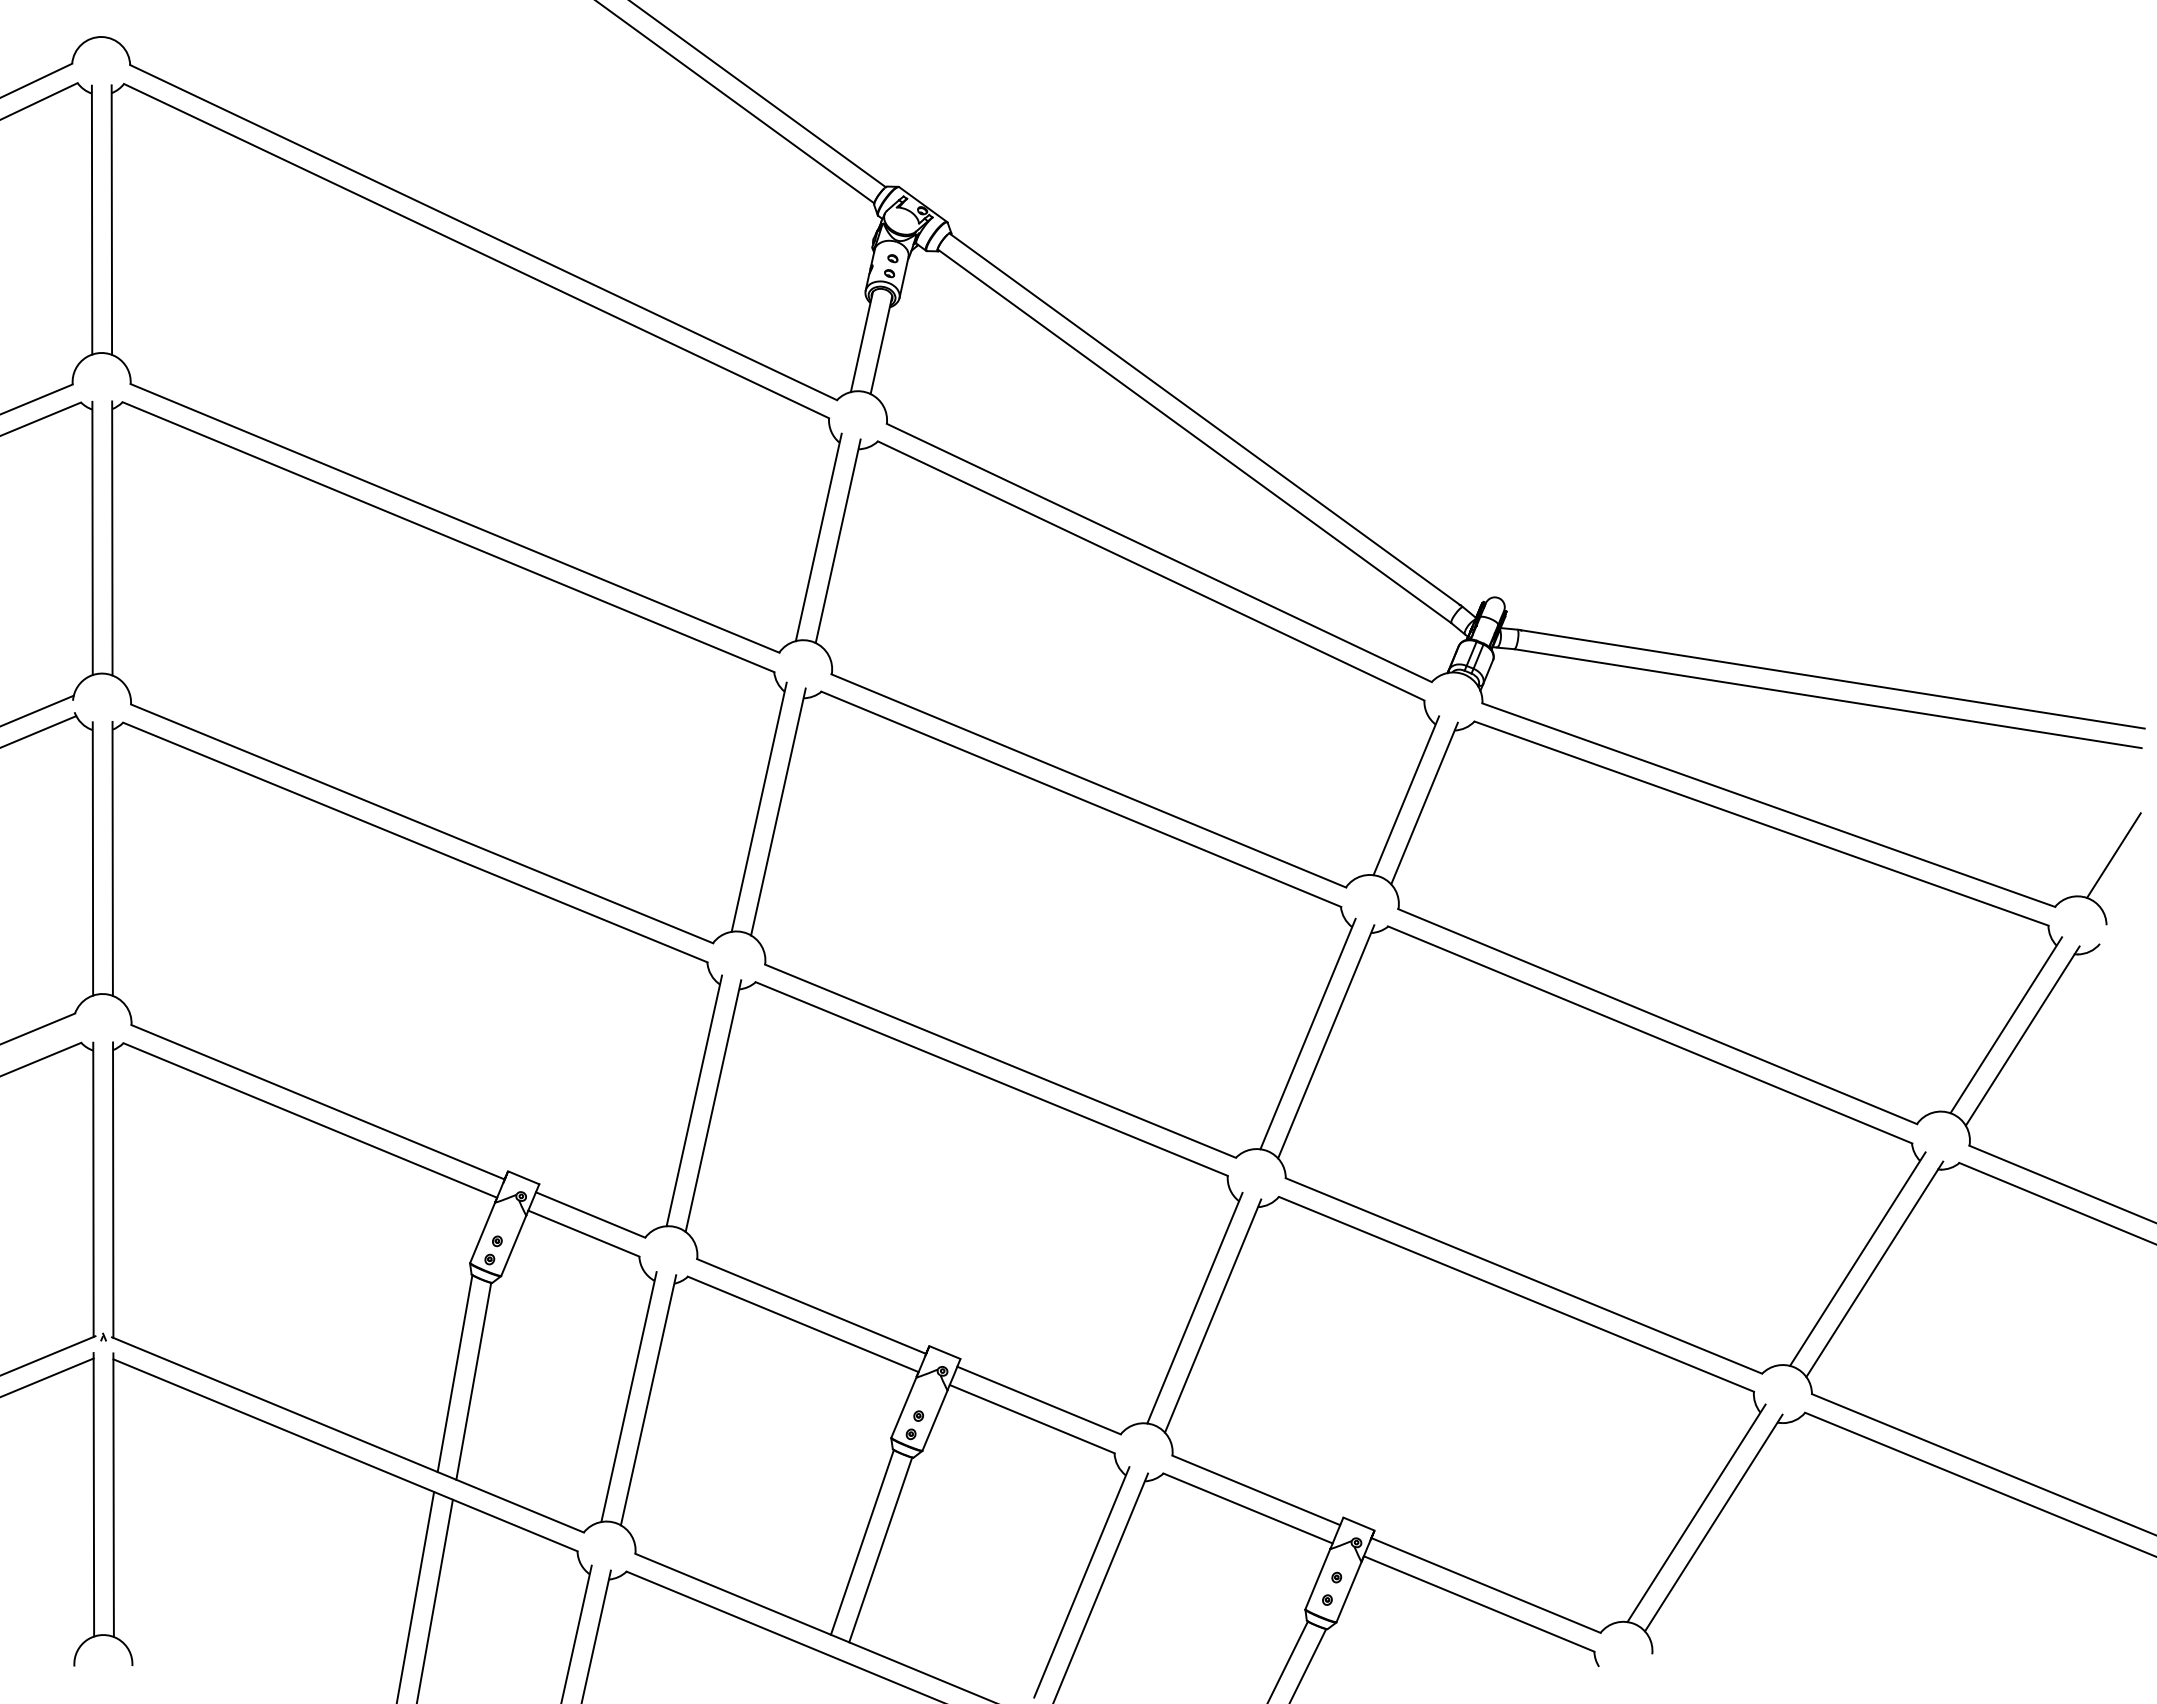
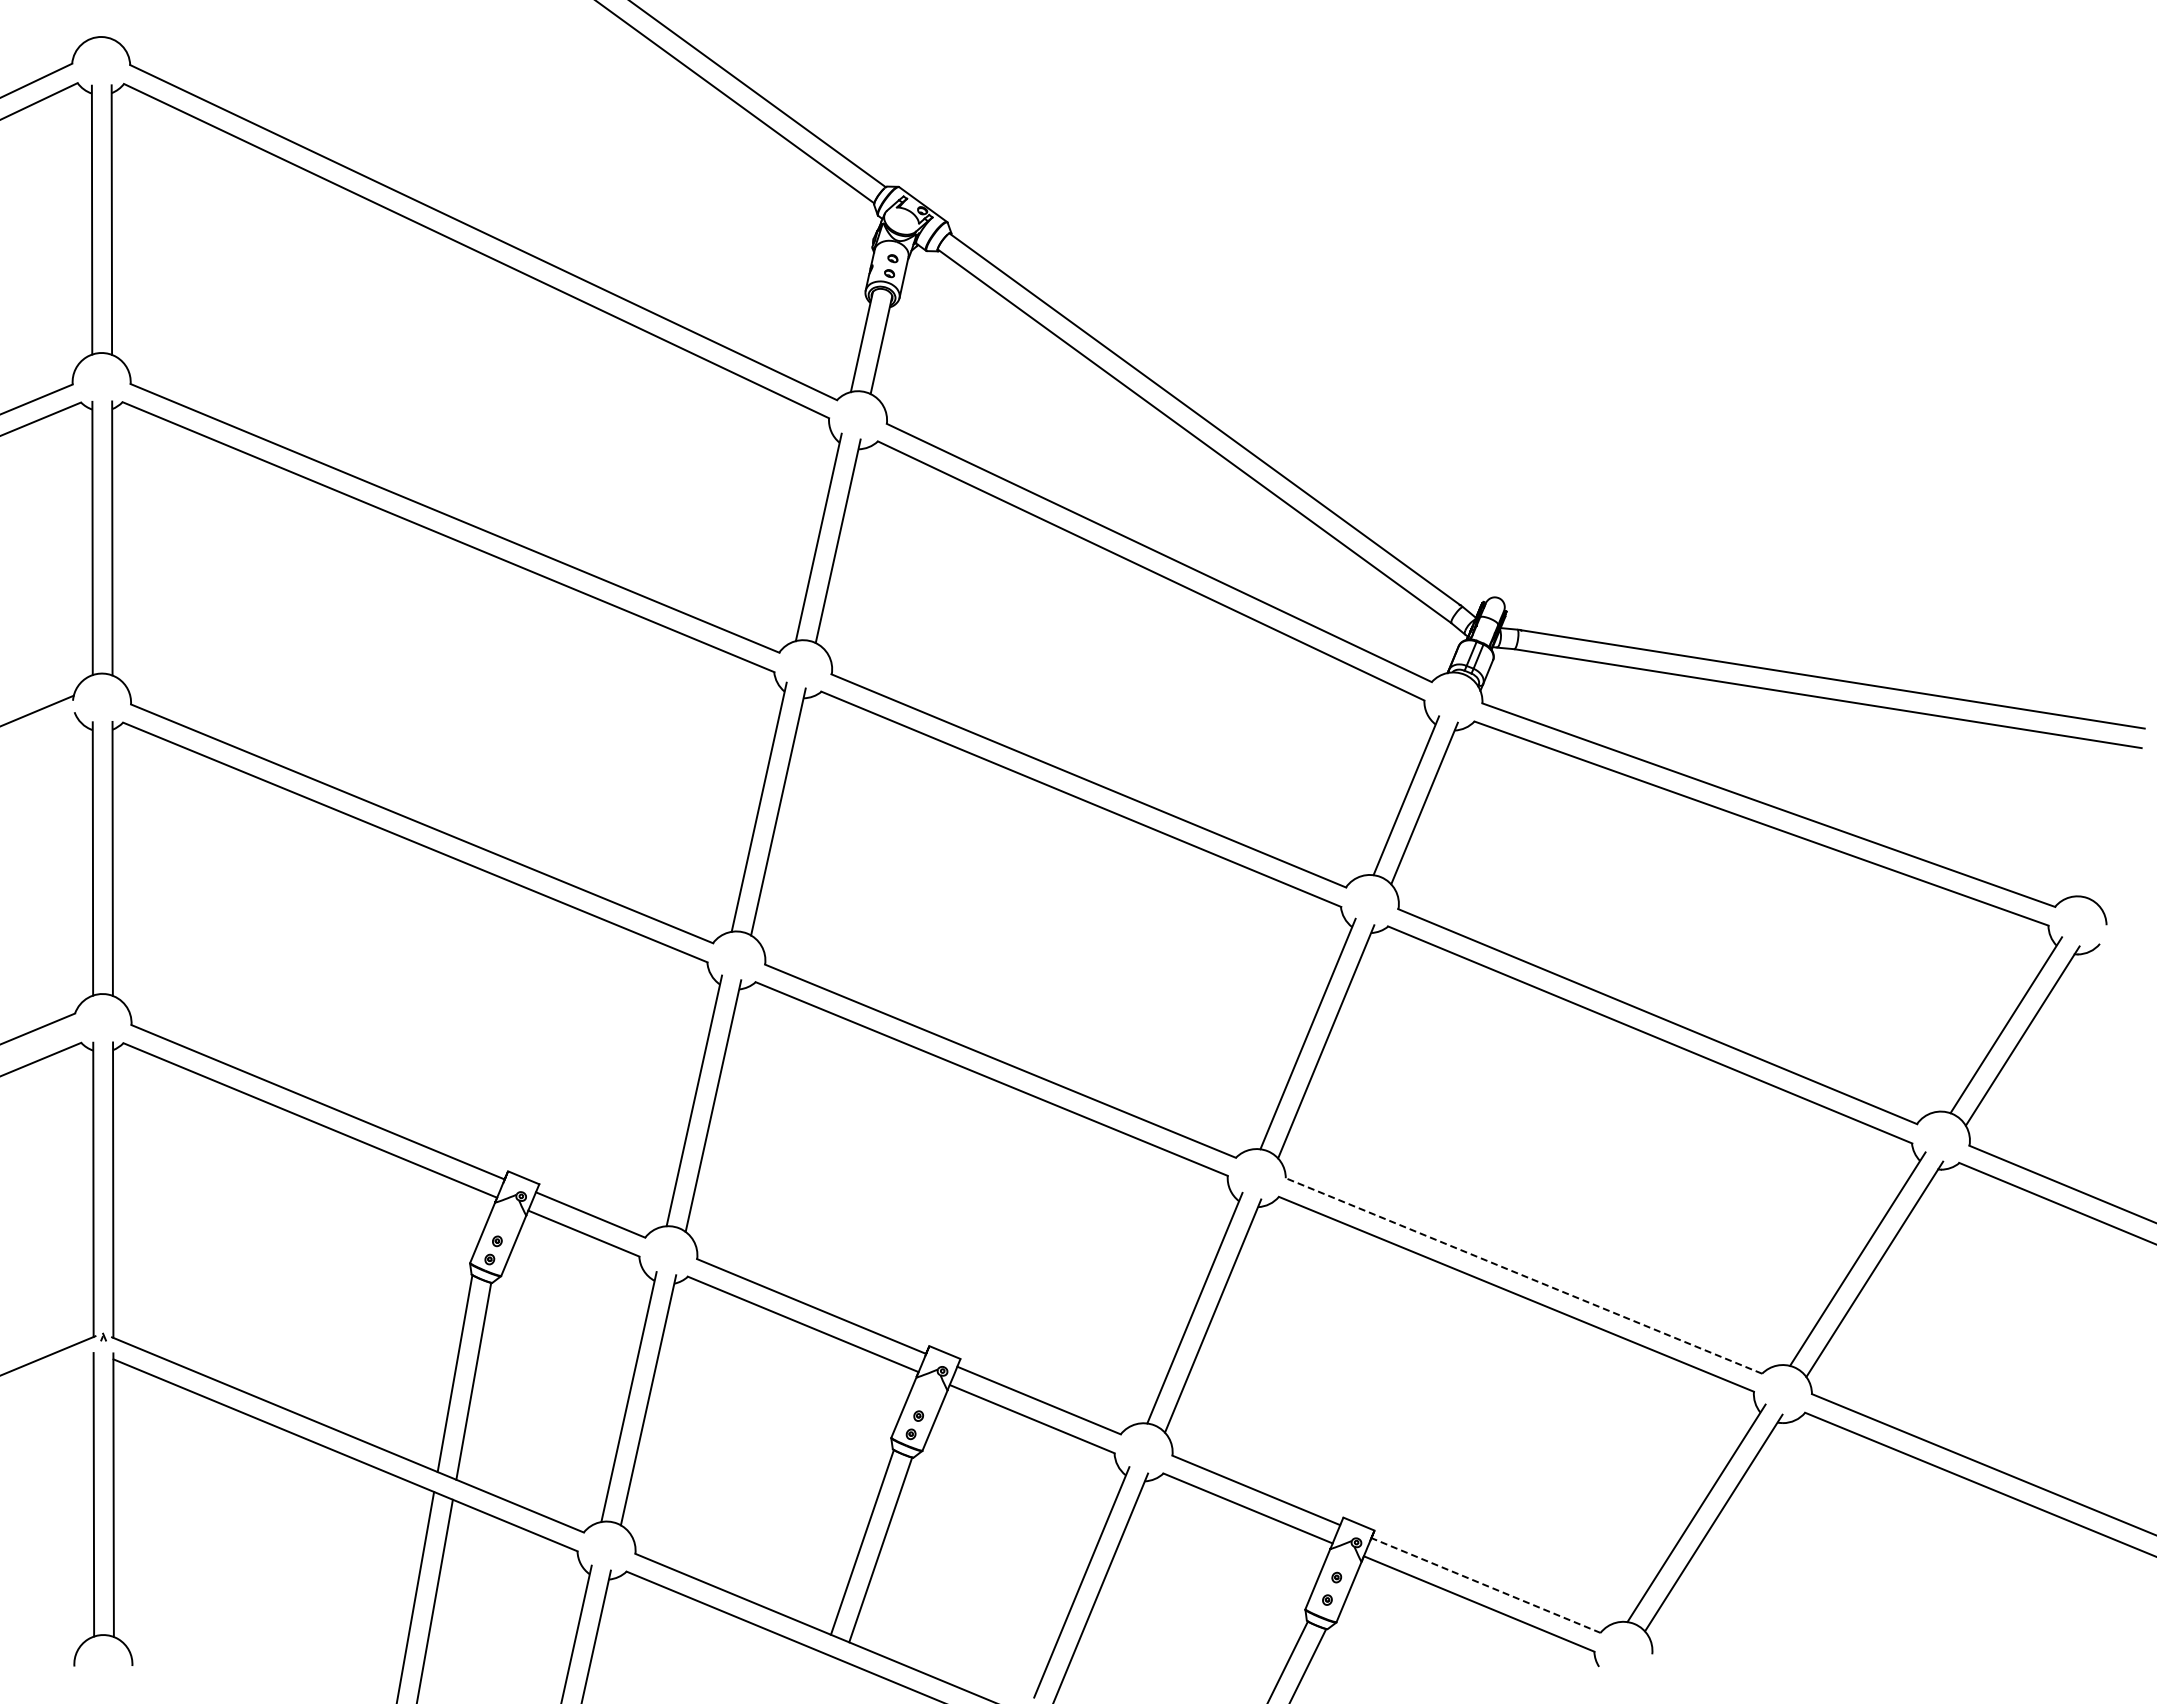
line at (39, 731): present -> none
line at (2113, 855): present -> none
line at (1523, 1275): solid -> dashed
line at (47, 1377): present -> none
line at (1485, 1585): solid -> dashed
